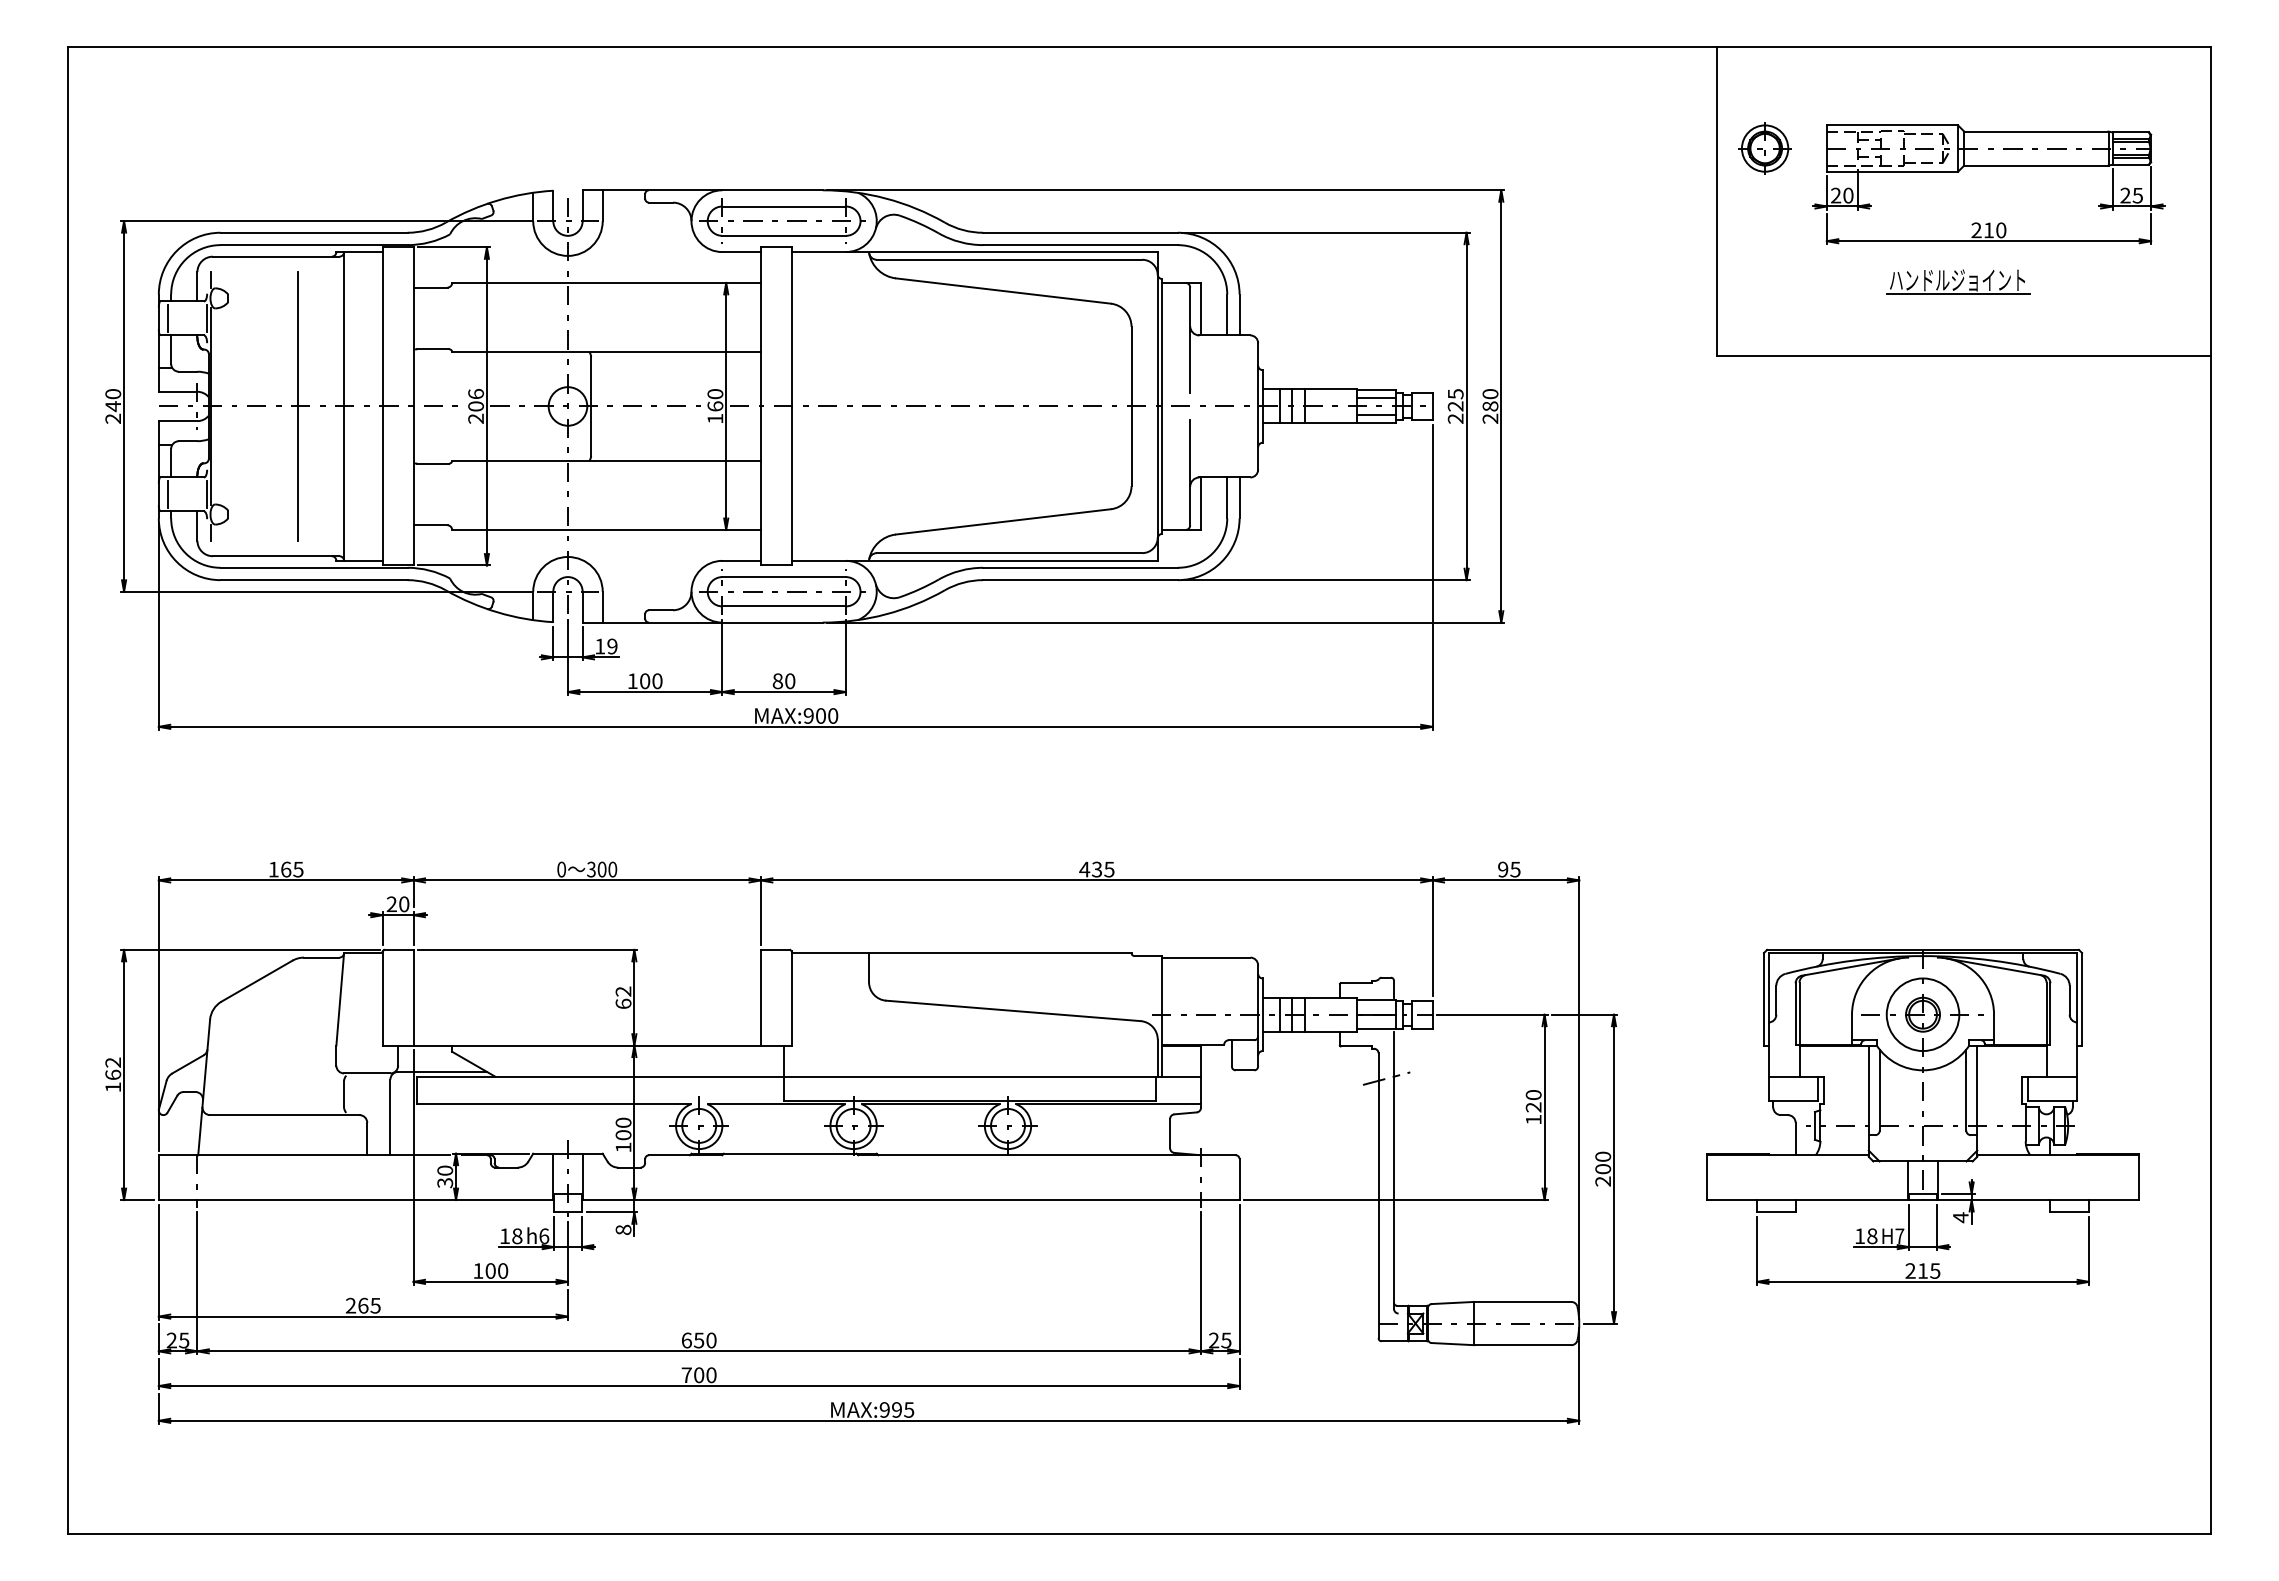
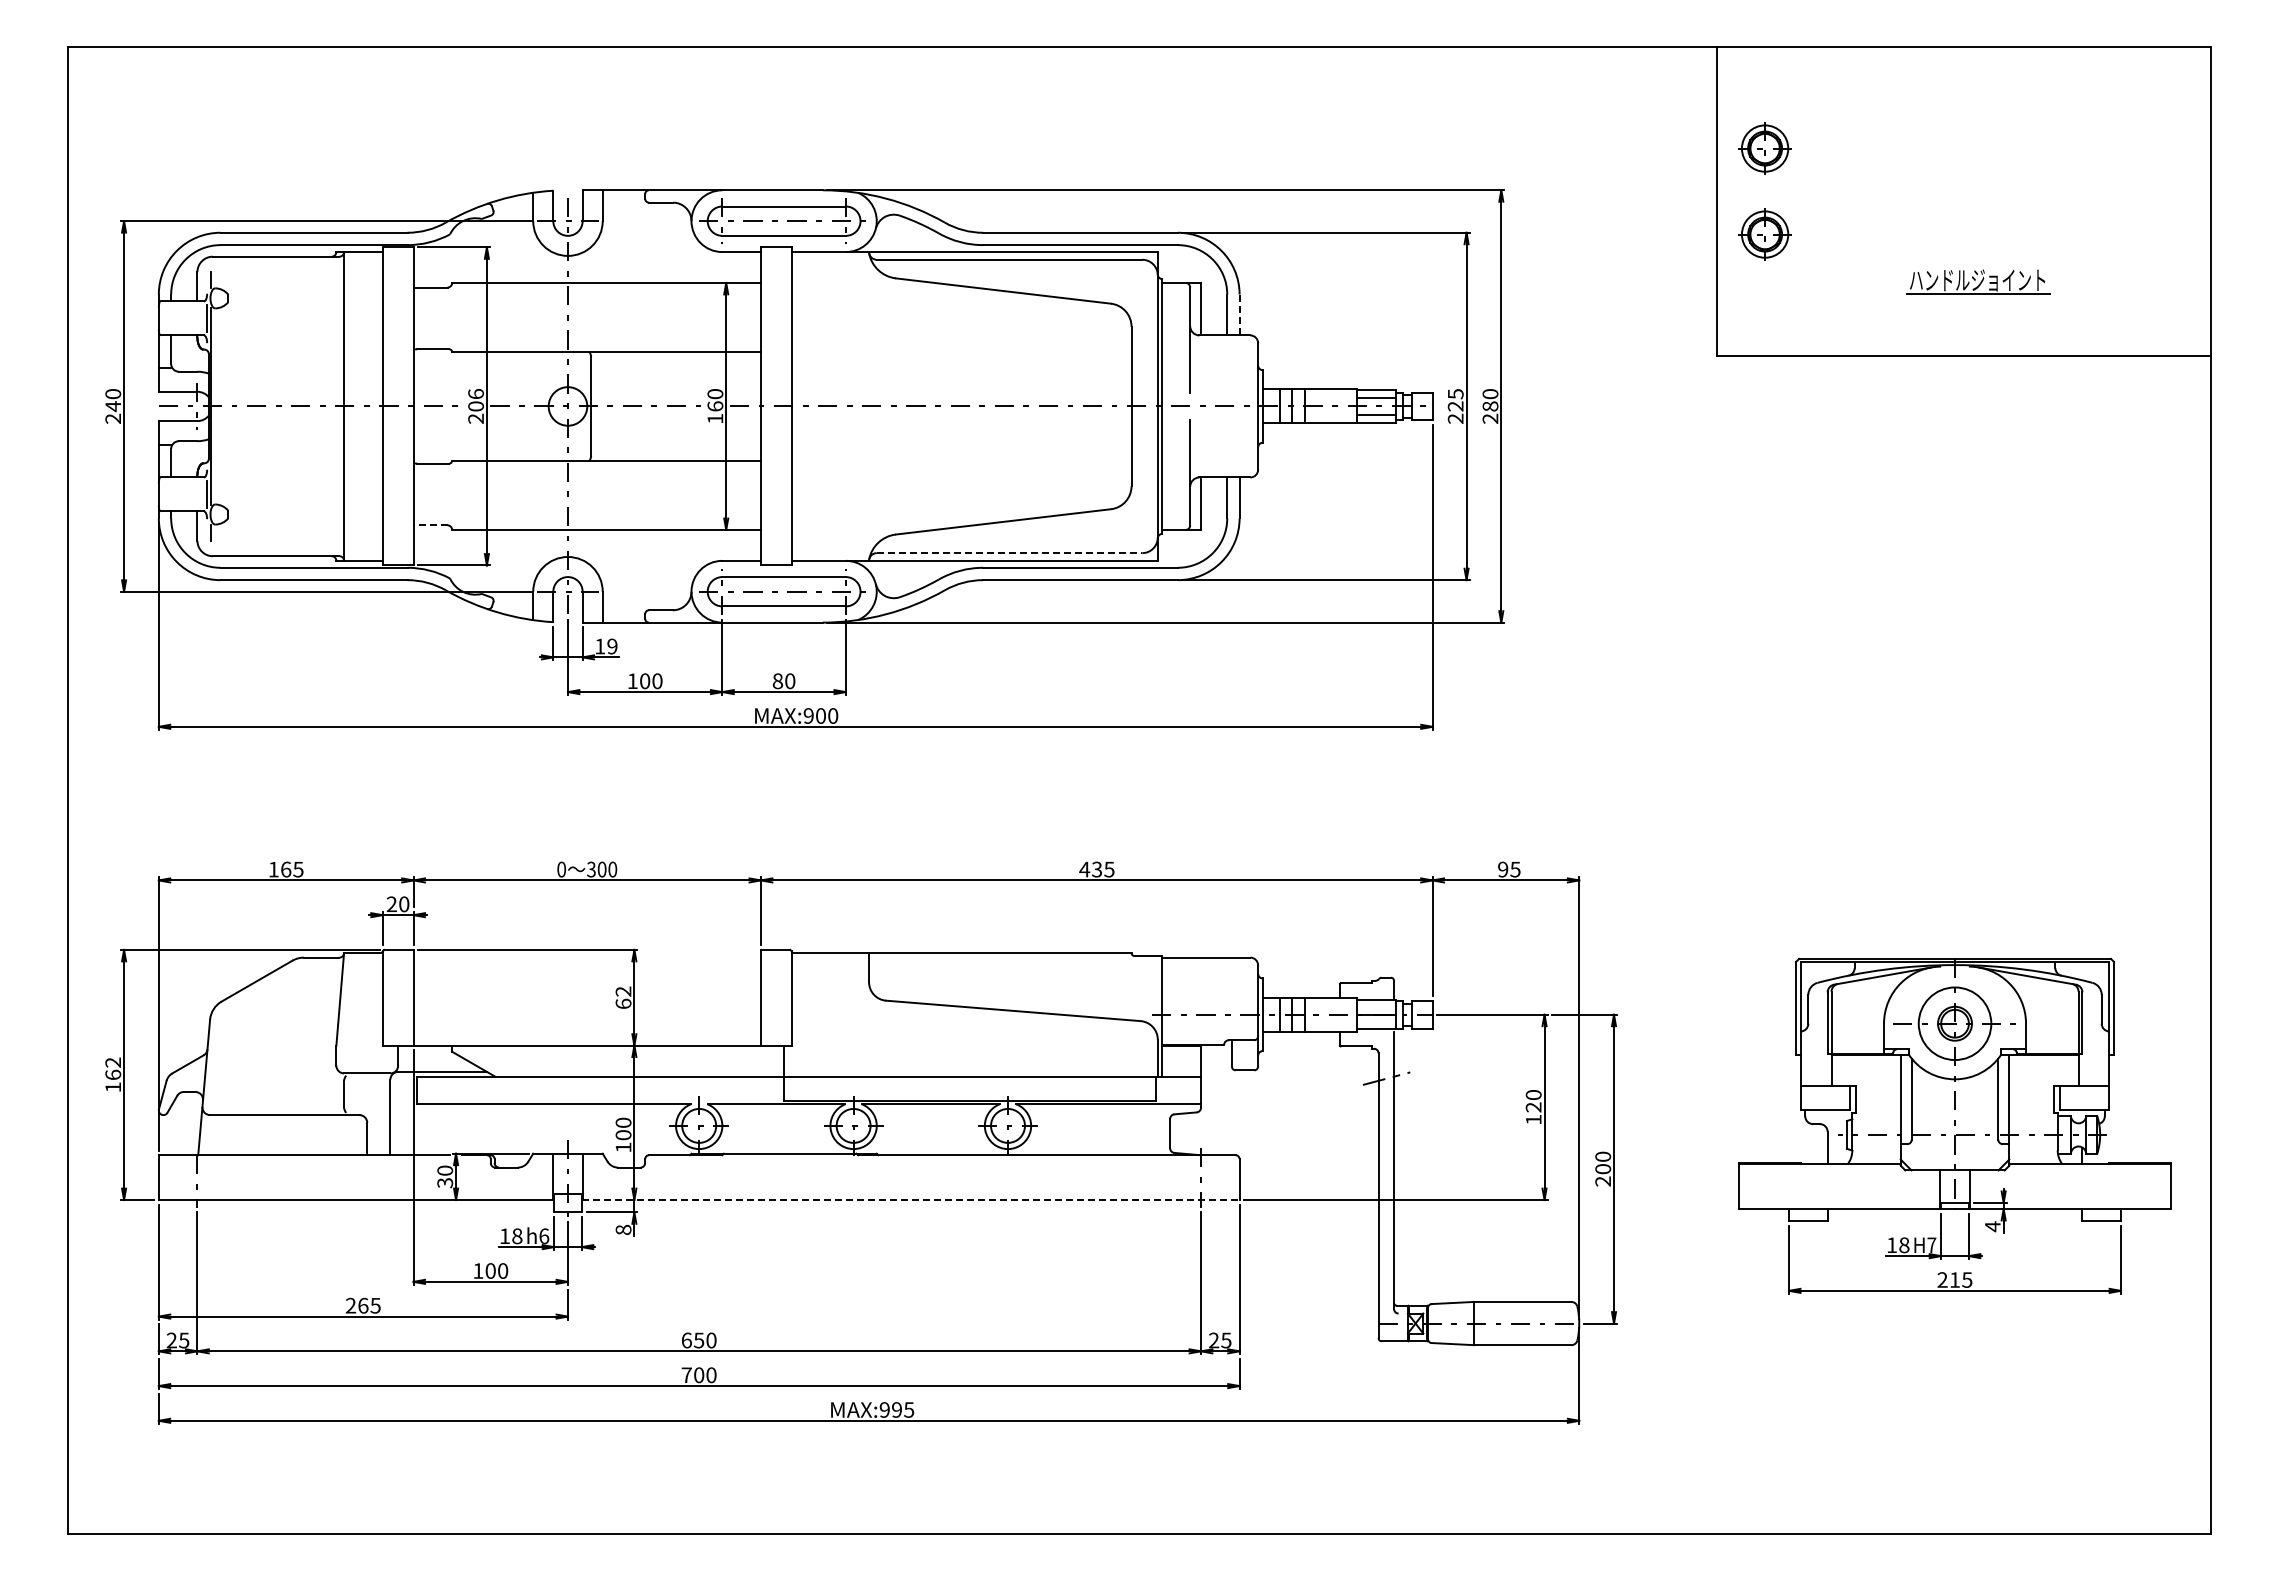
part at (1988, 166): present -> none
part at (1764, 234): none -> present
part at (1958, 281) position: (1958, 281) -> (1978, 281)
line at (1239, 314): solid -> dashed
line at (167, 318): present -> none
line at (297, 406): present -> none
line at (167, 494): present -> none
line at (430, 525): solid -> dashed
line at (1009, 553): solid -> dashed
part at (1922, 1116) position: (1922, 1116) -> (1954, 1125)
line at (910, 1200): solid -> dashed
